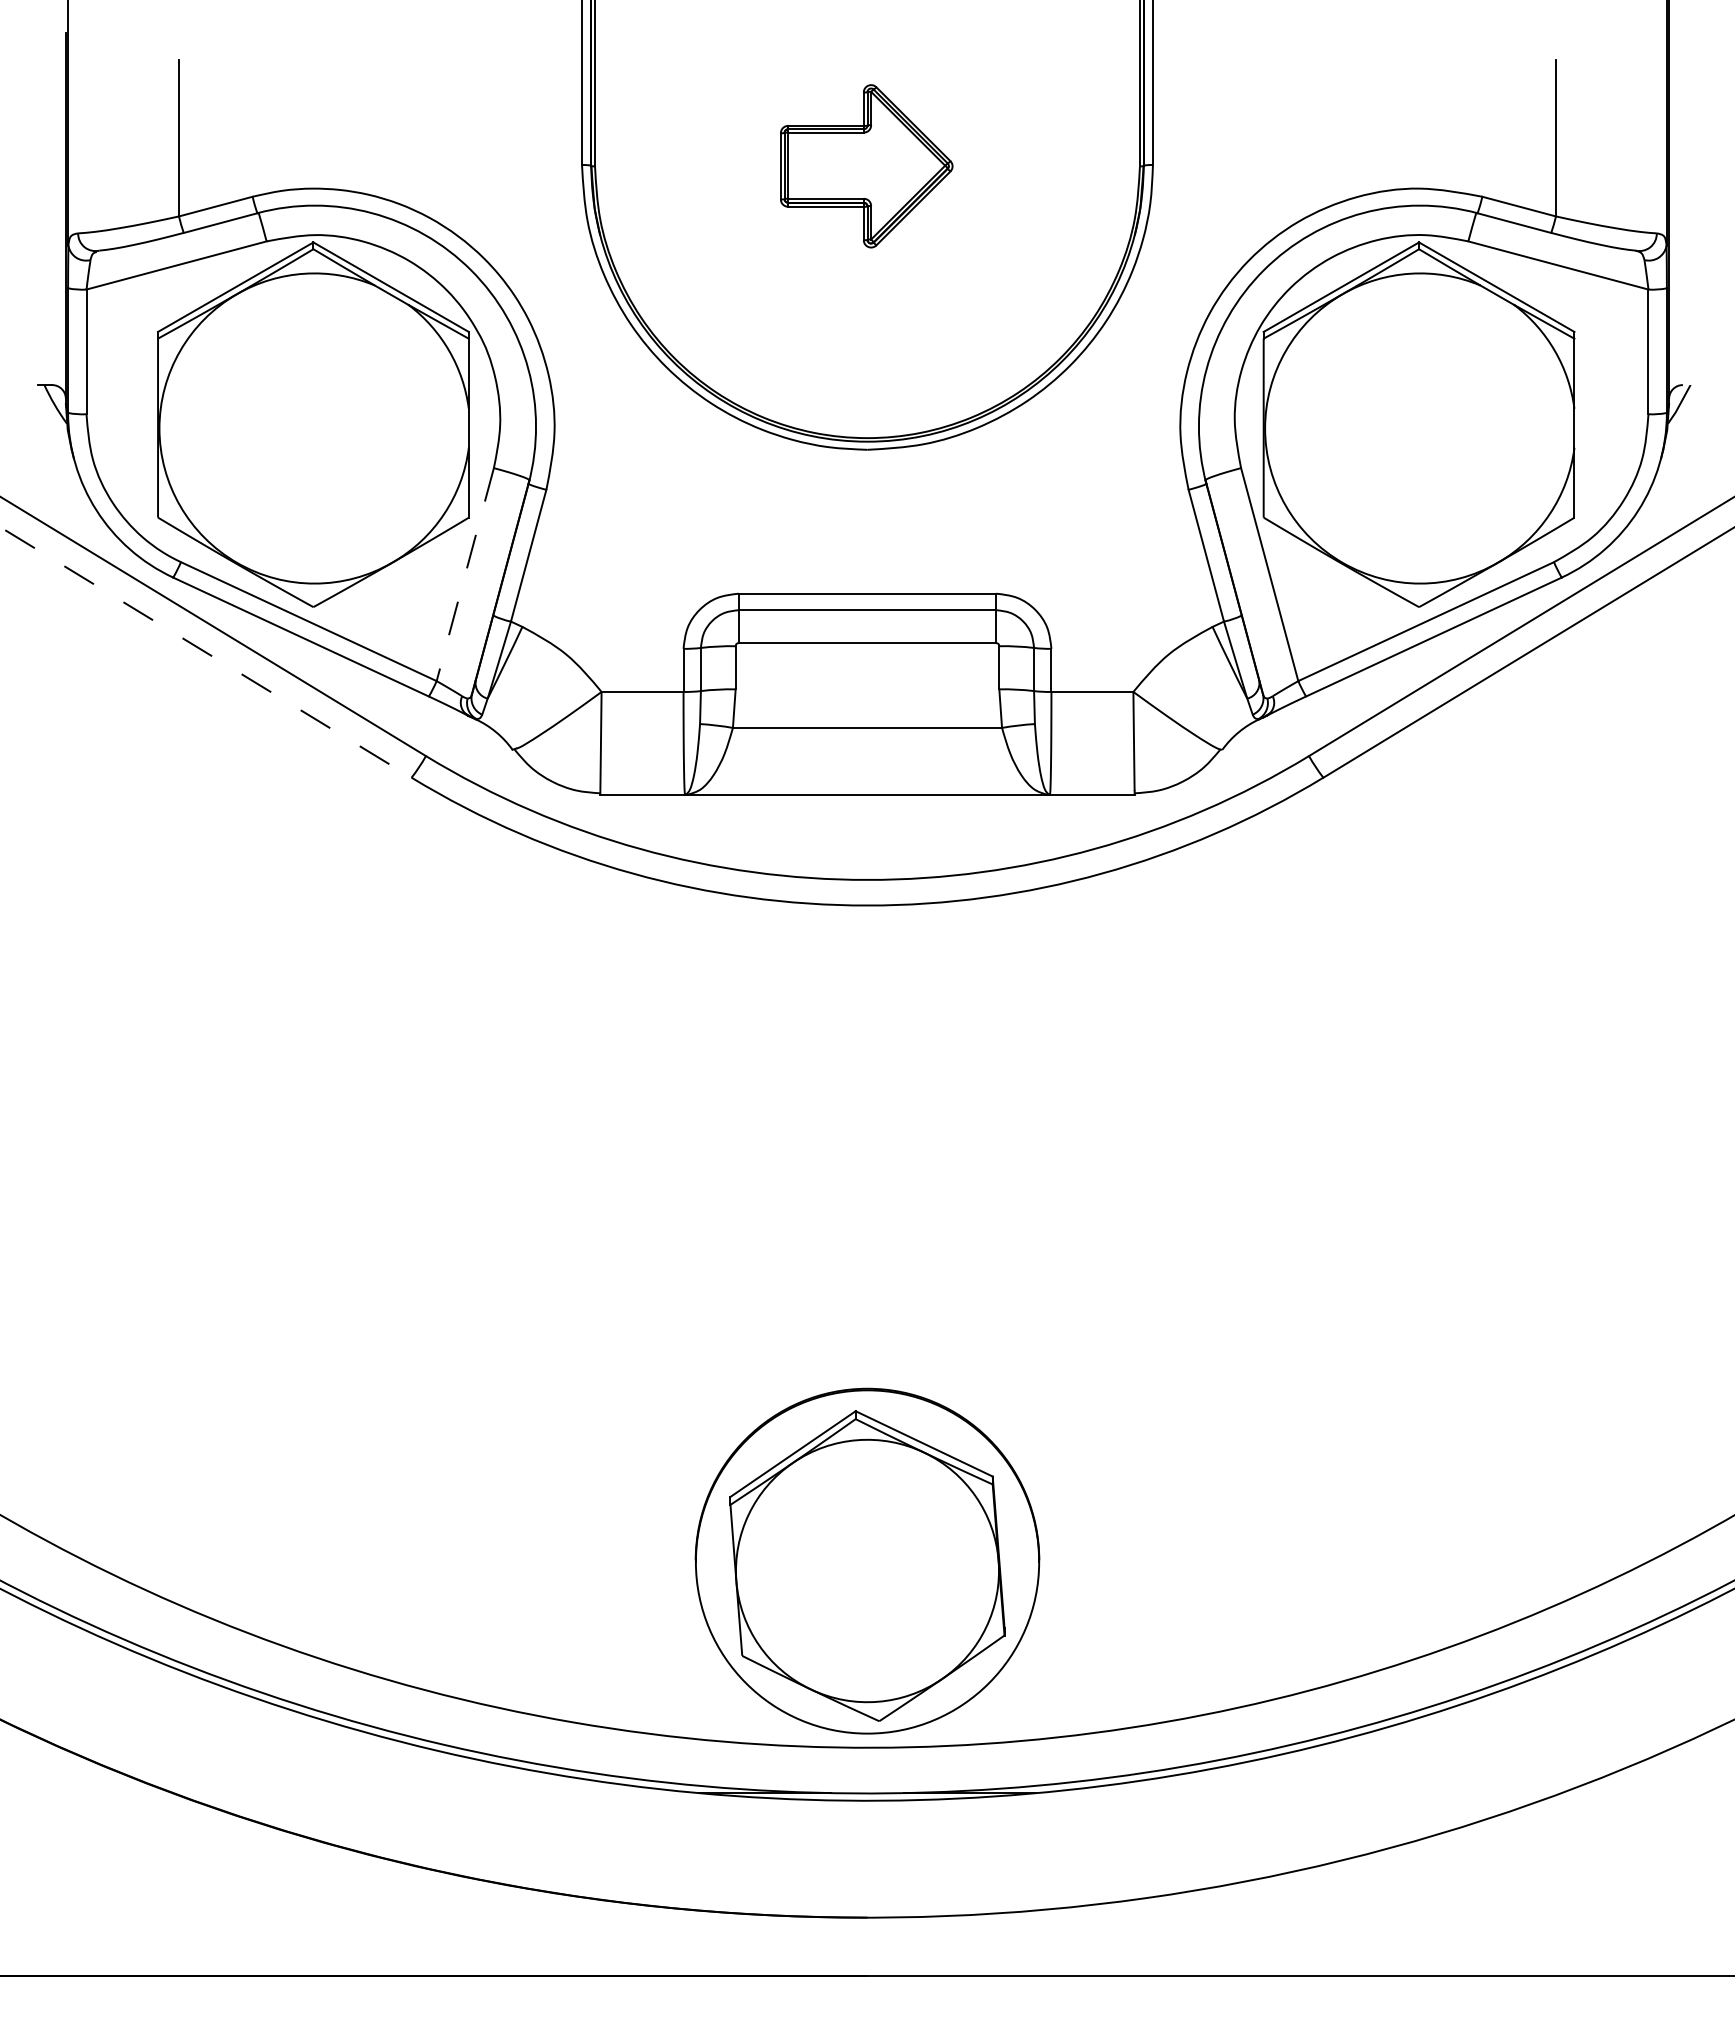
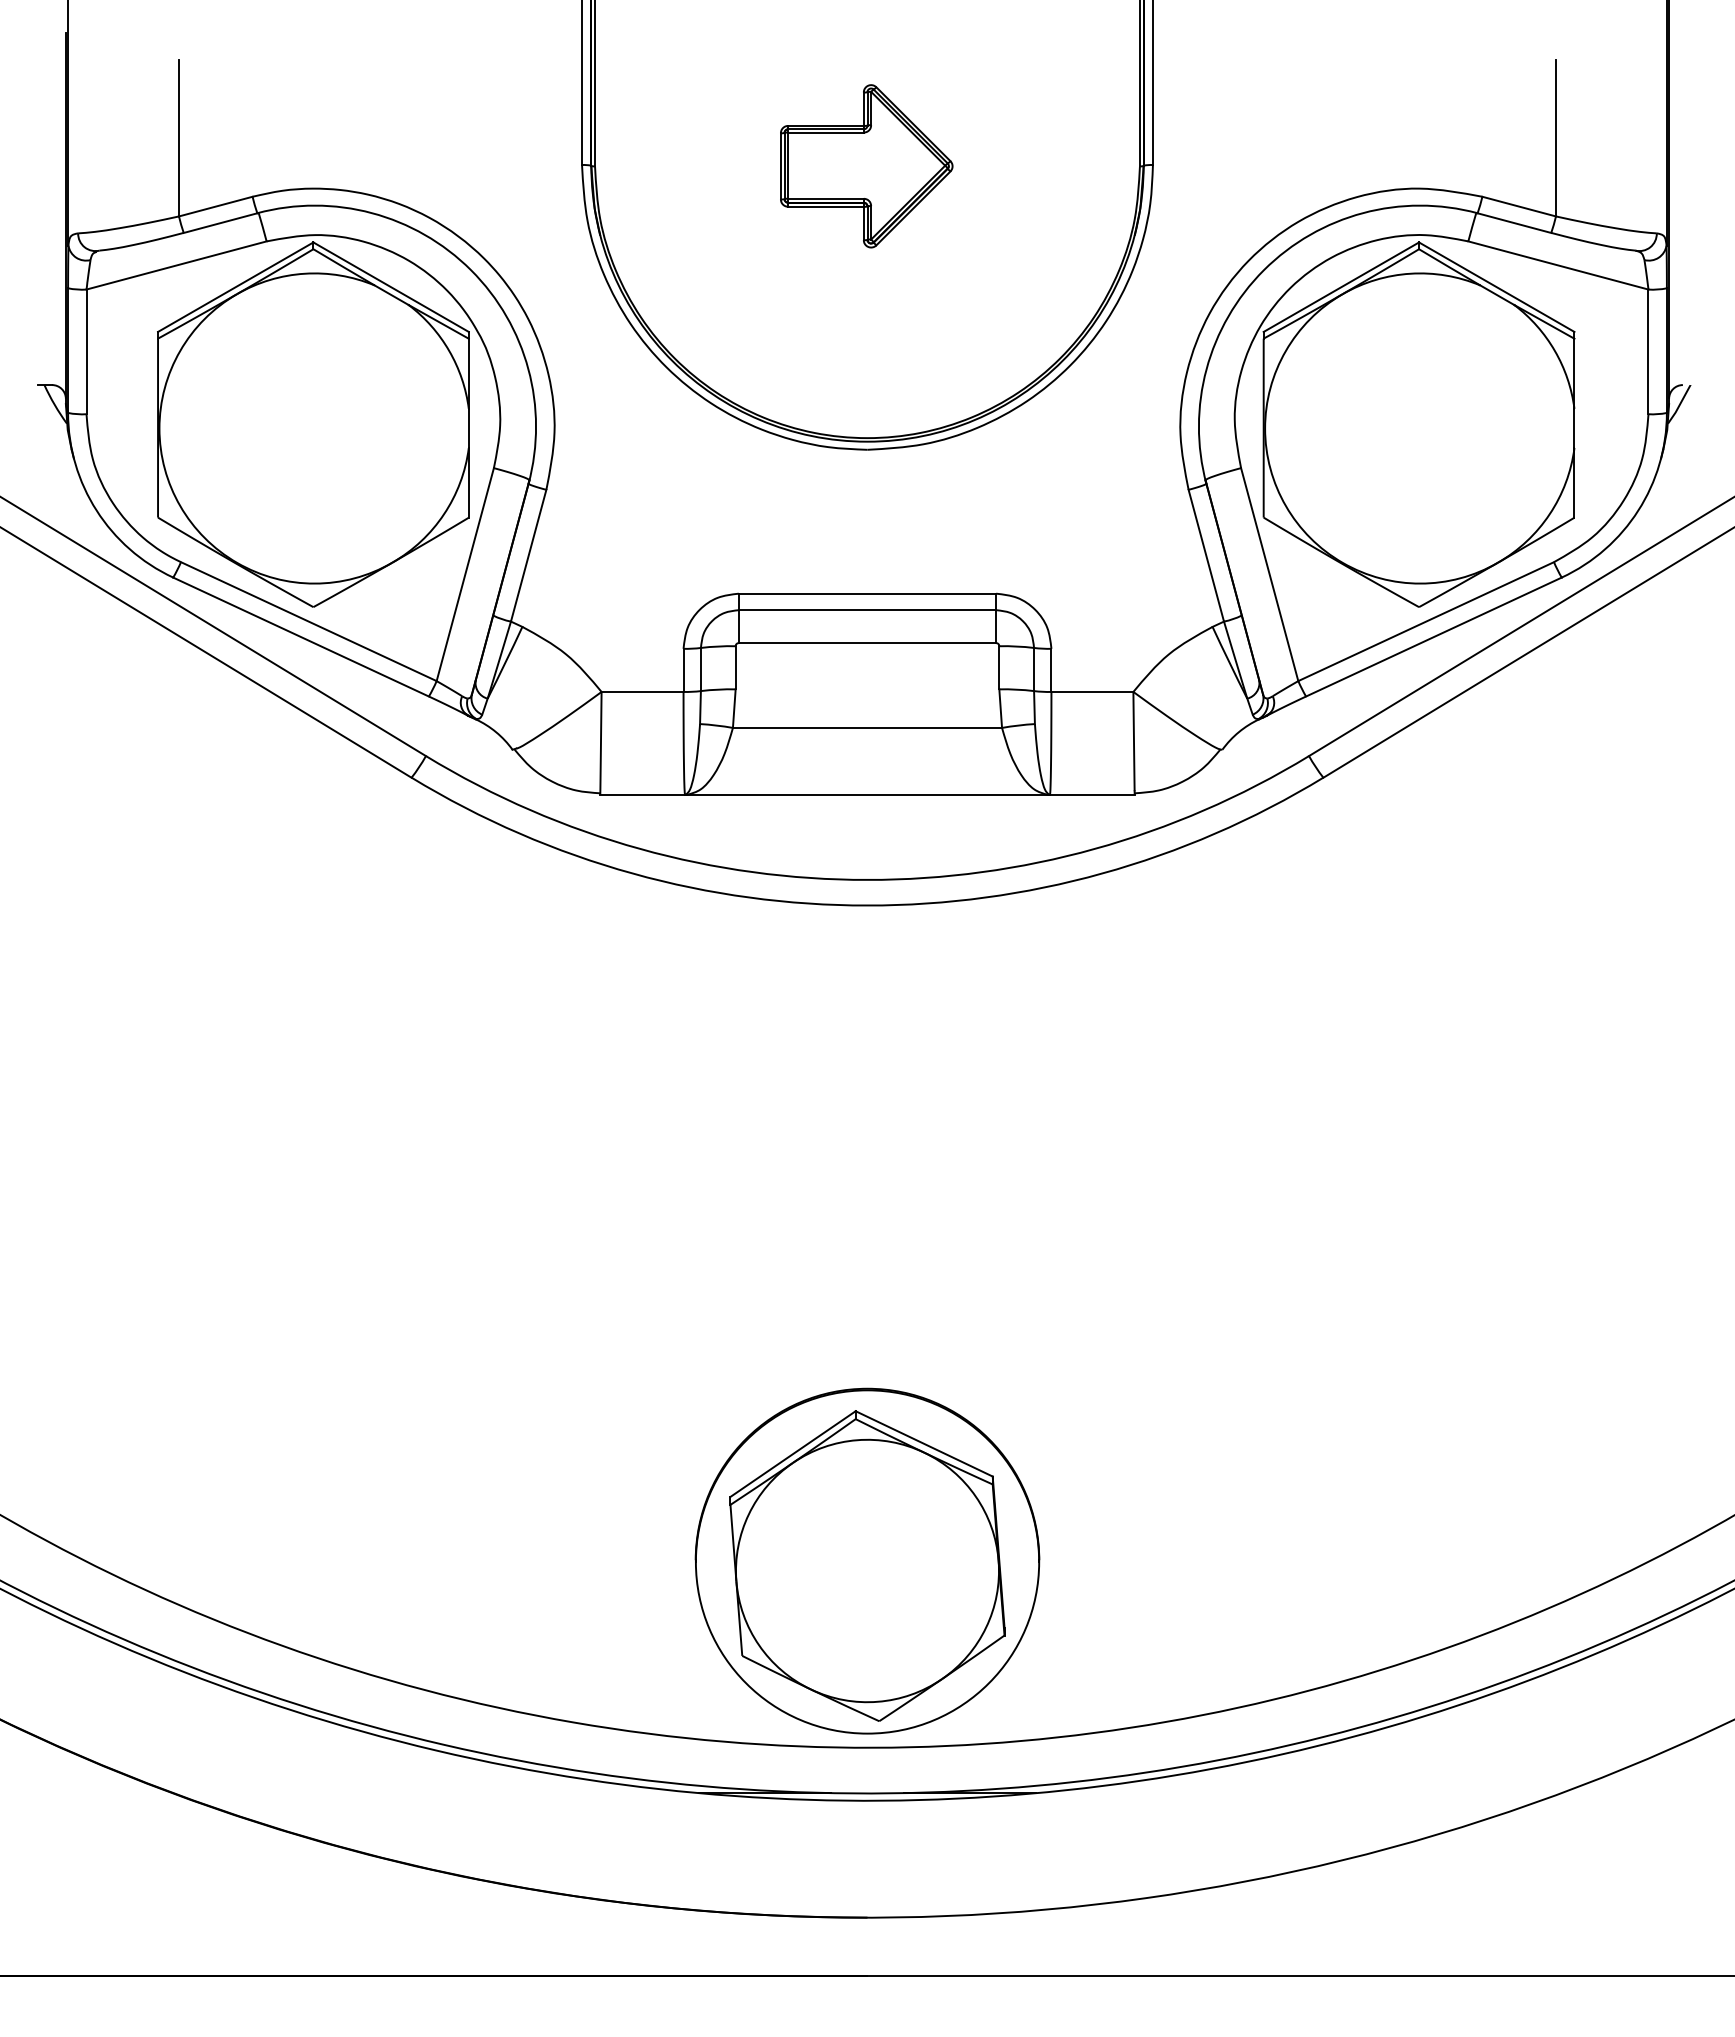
line at (465, 575): dashed -> solid
line at (205, 652): dashed -> solid
